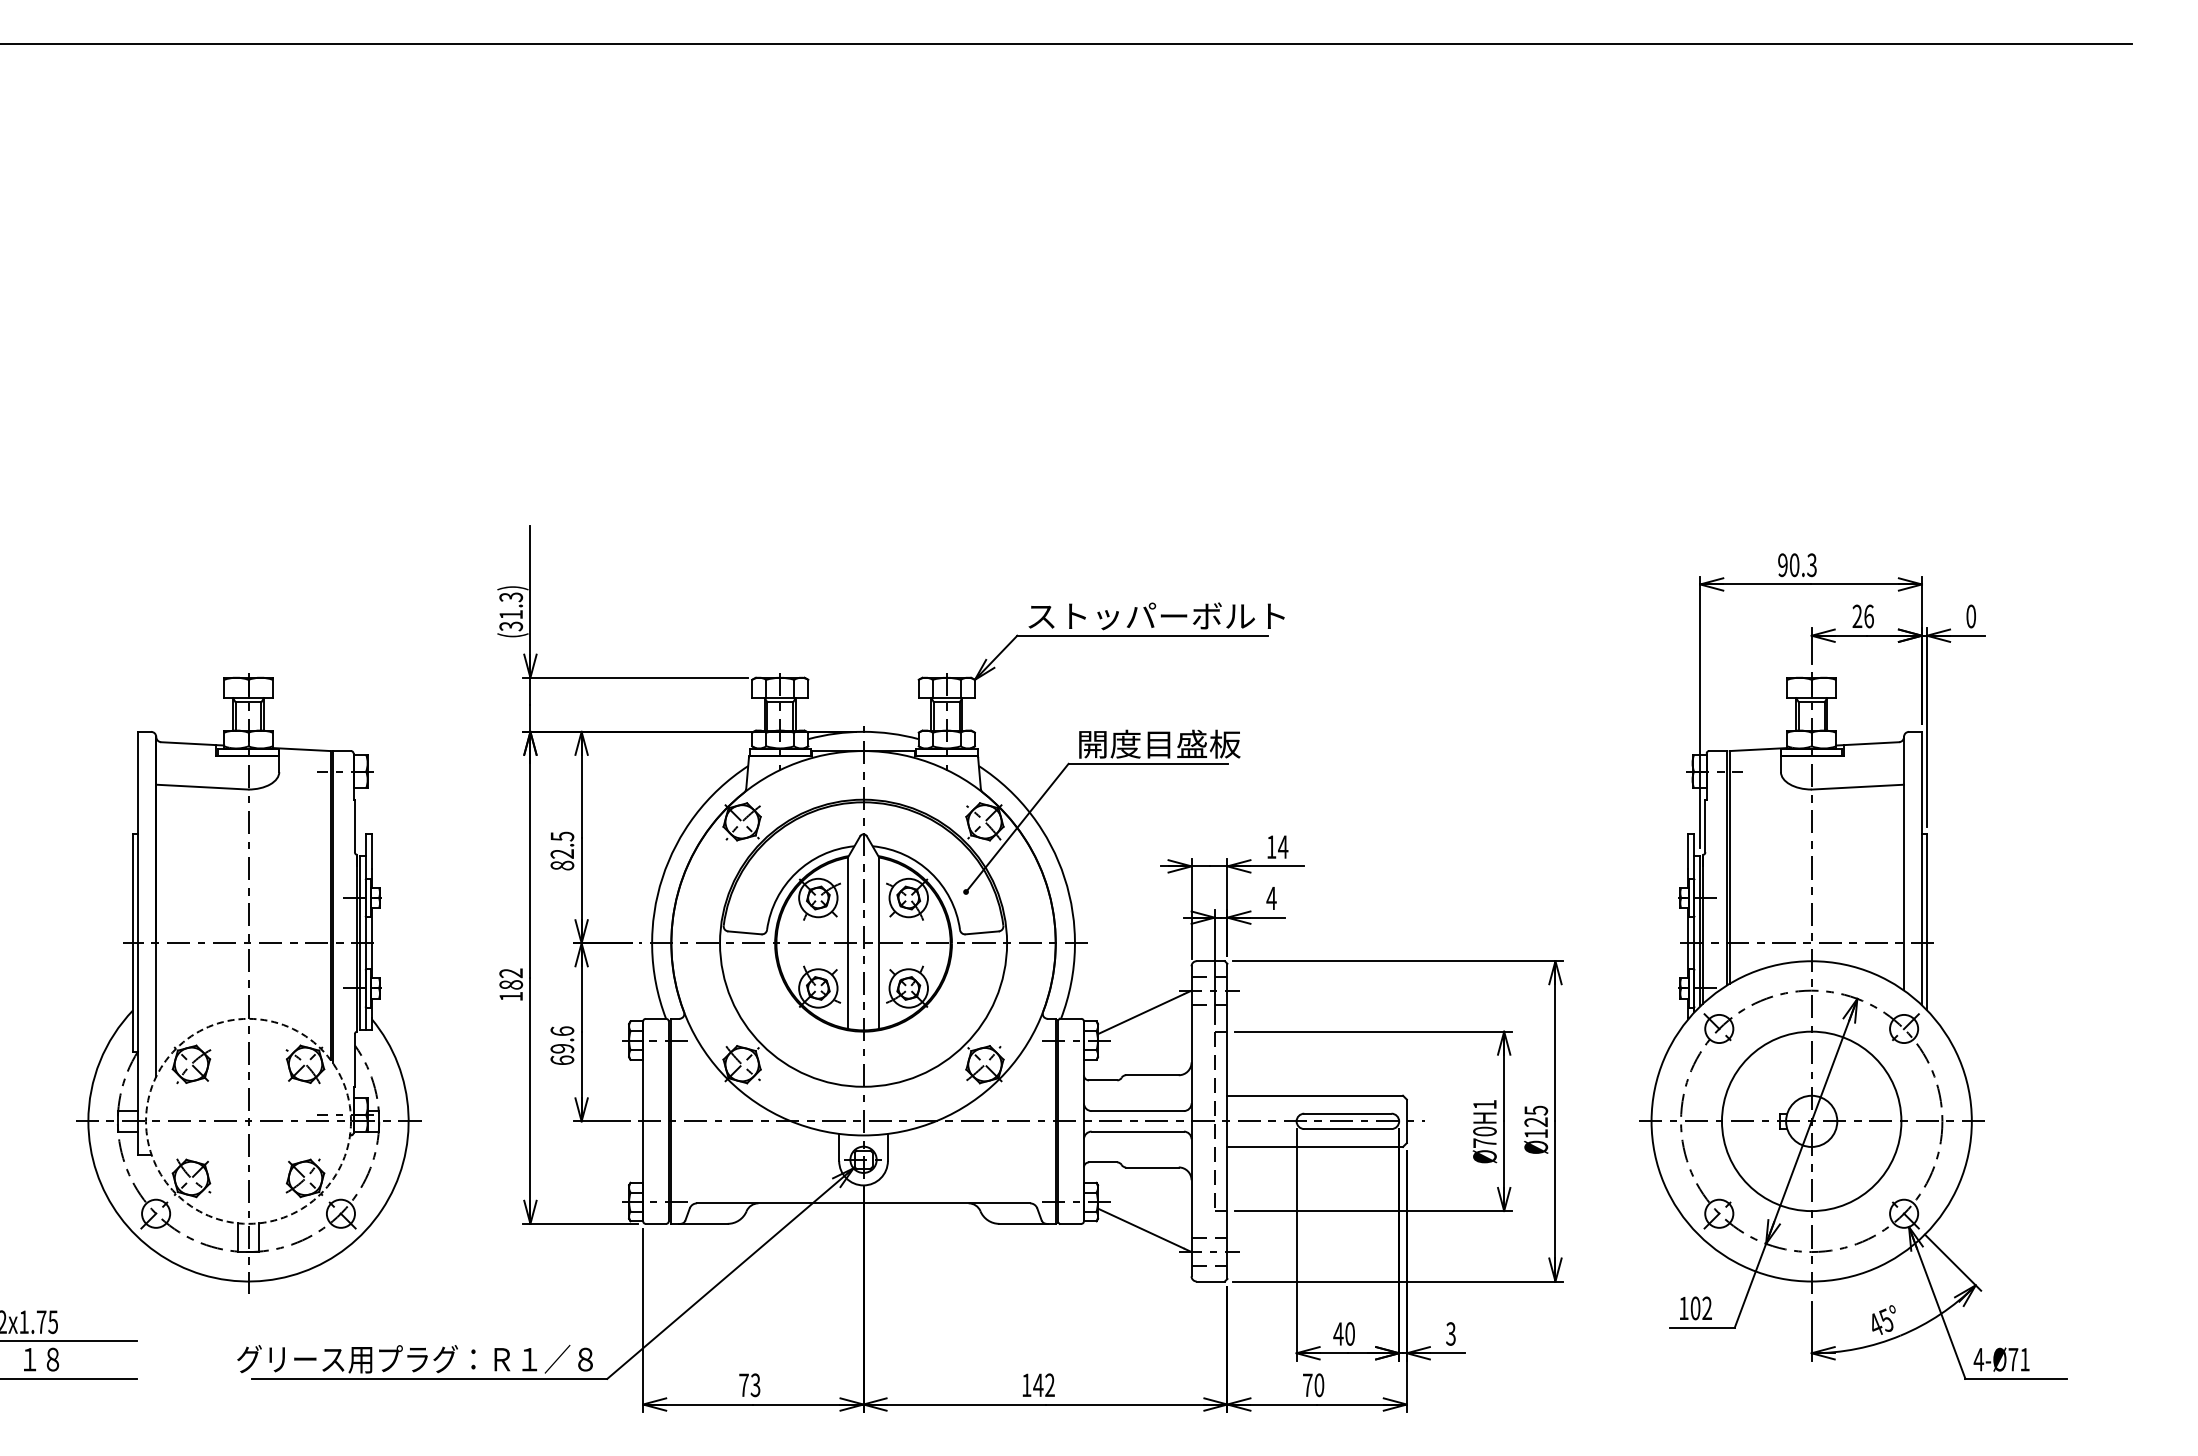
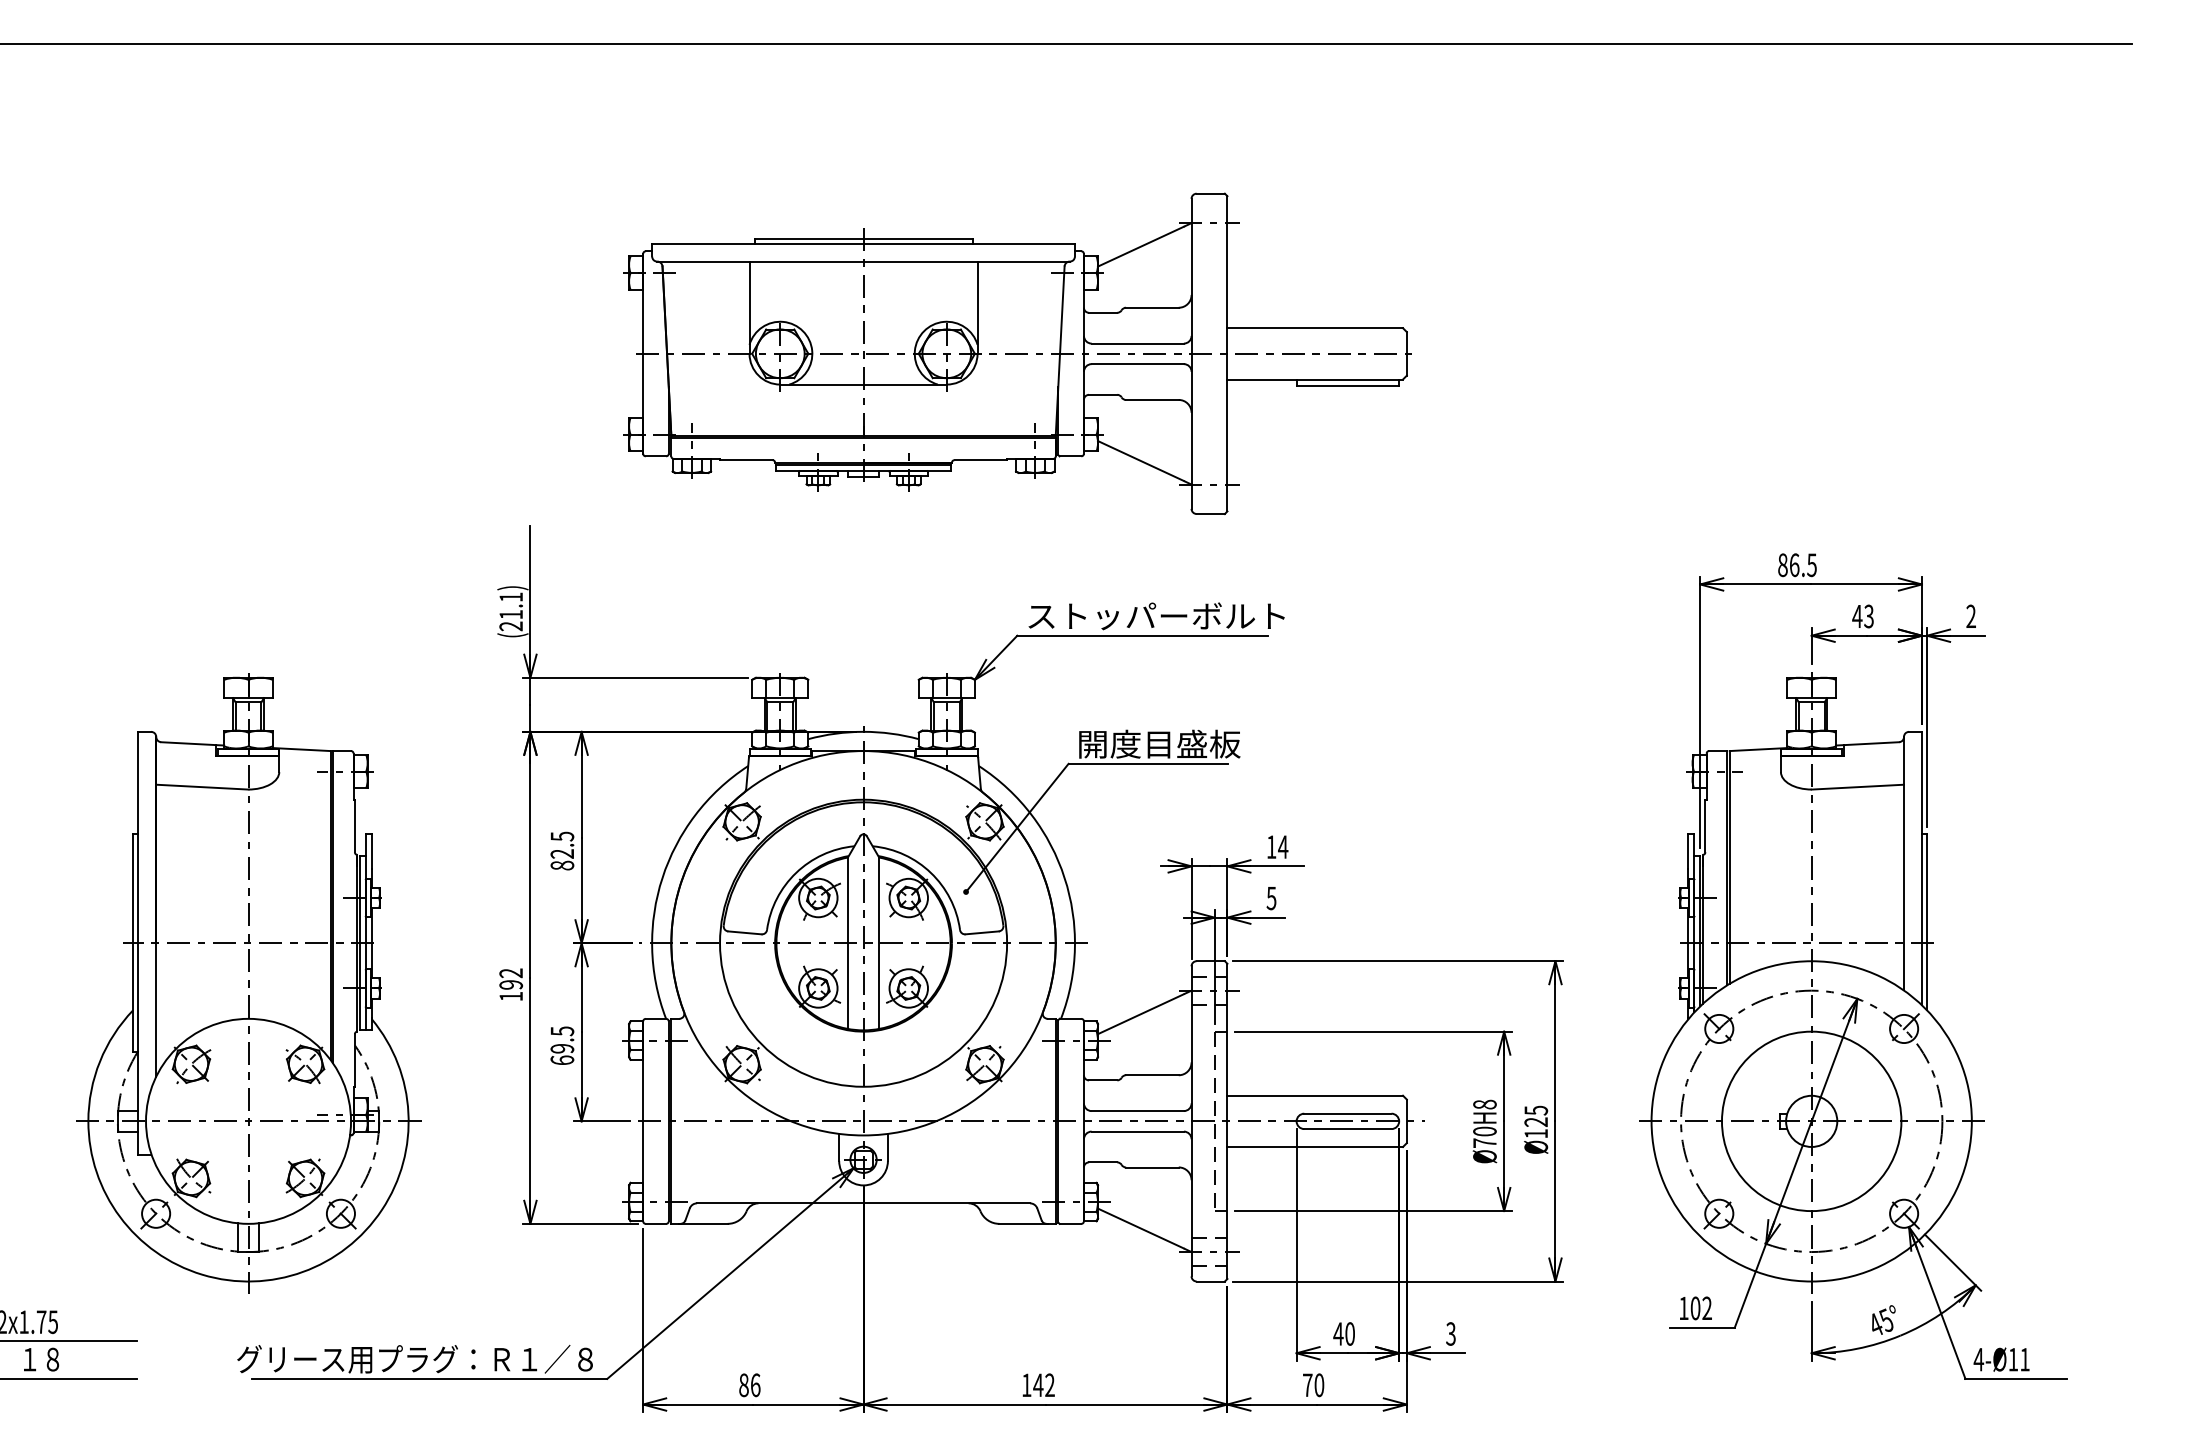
part at (1017, 353): none -> present
text at (1797, 565): 90.3 -> 86.5
text at (511, 611): (31.3) -> (21.1)
text at (1862, 616): 26 -> 43
text at (1970, 616): 0 -> 2
text at (1271, 898): 4 -> 5
text at (511, 984): 182 -> 192
text at (562, 1031): 69.6 -> 69.5
text at (1484, 1104): Ø70H1 -> Ø70H8
circle at (248, 1120): dashed -> solid
text at (2013, 1359): 4-Ø71 -> 4-Ø11
text at (749, 1385): 73 -> 86
